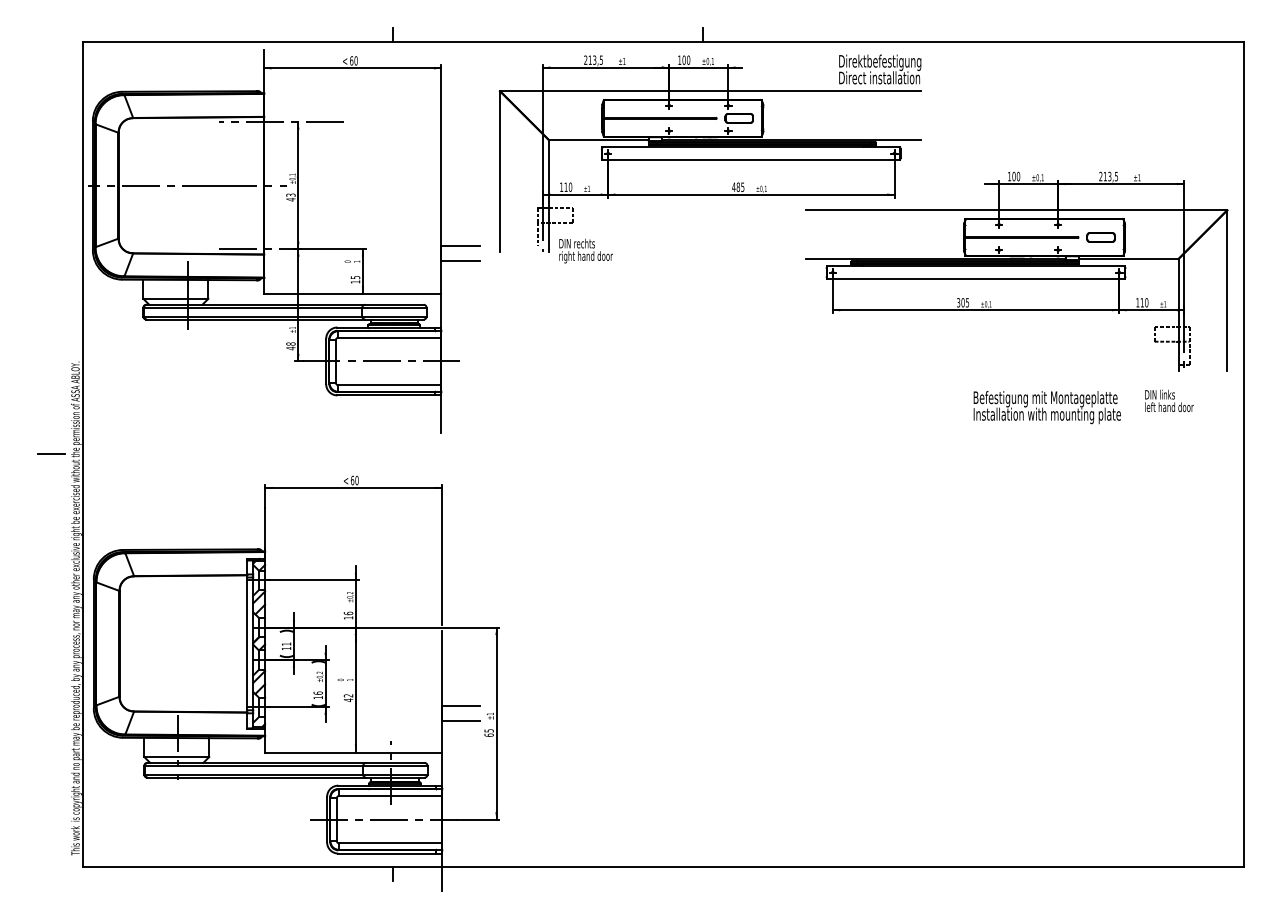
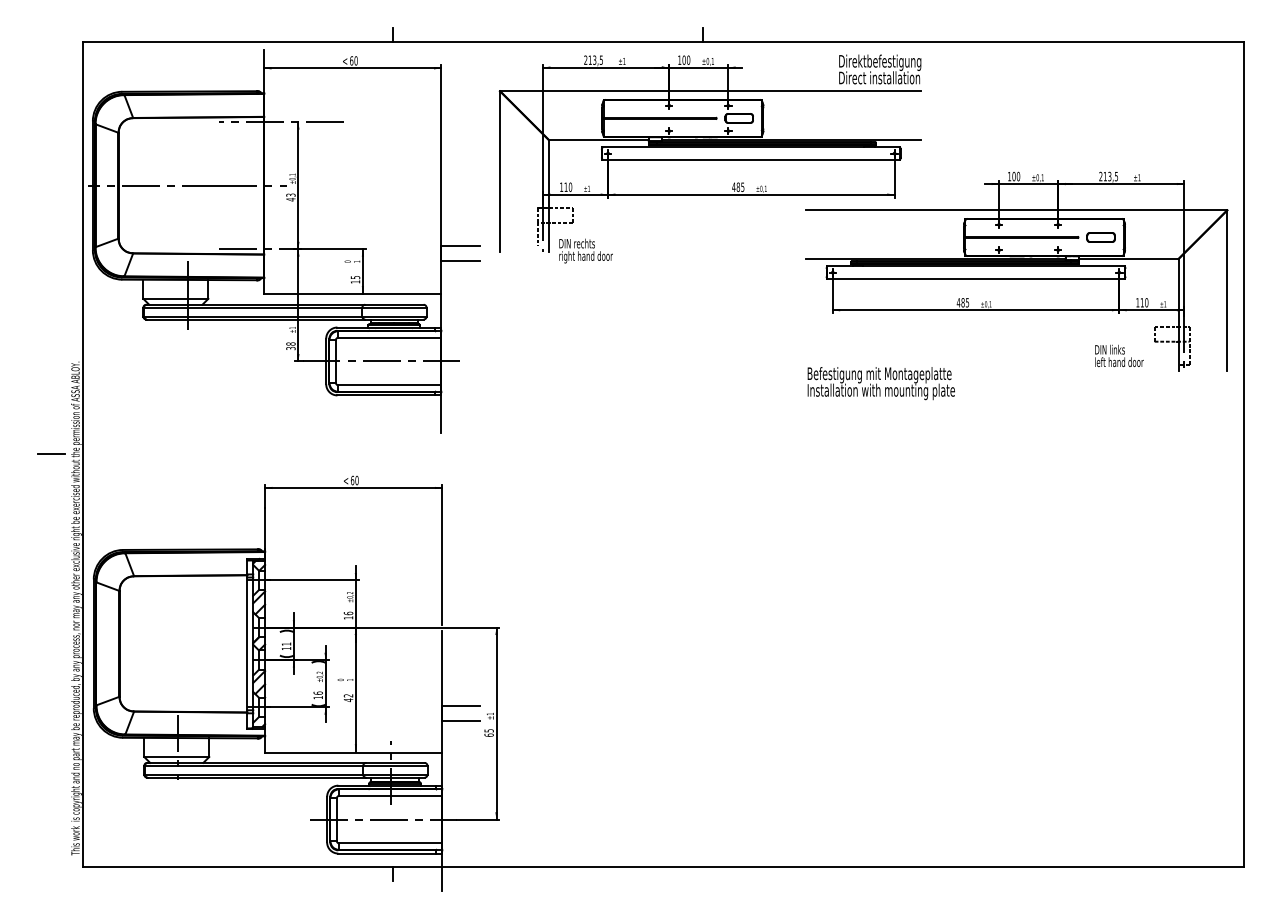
text at (960, 302): 305 -> 485
text at (290, 348): 48 -> 38
text at (1169, 400) position: (1169, 400) -> (1119, 355)
text at (1046, 407) position: (1046, 407) -> (880, 383)
